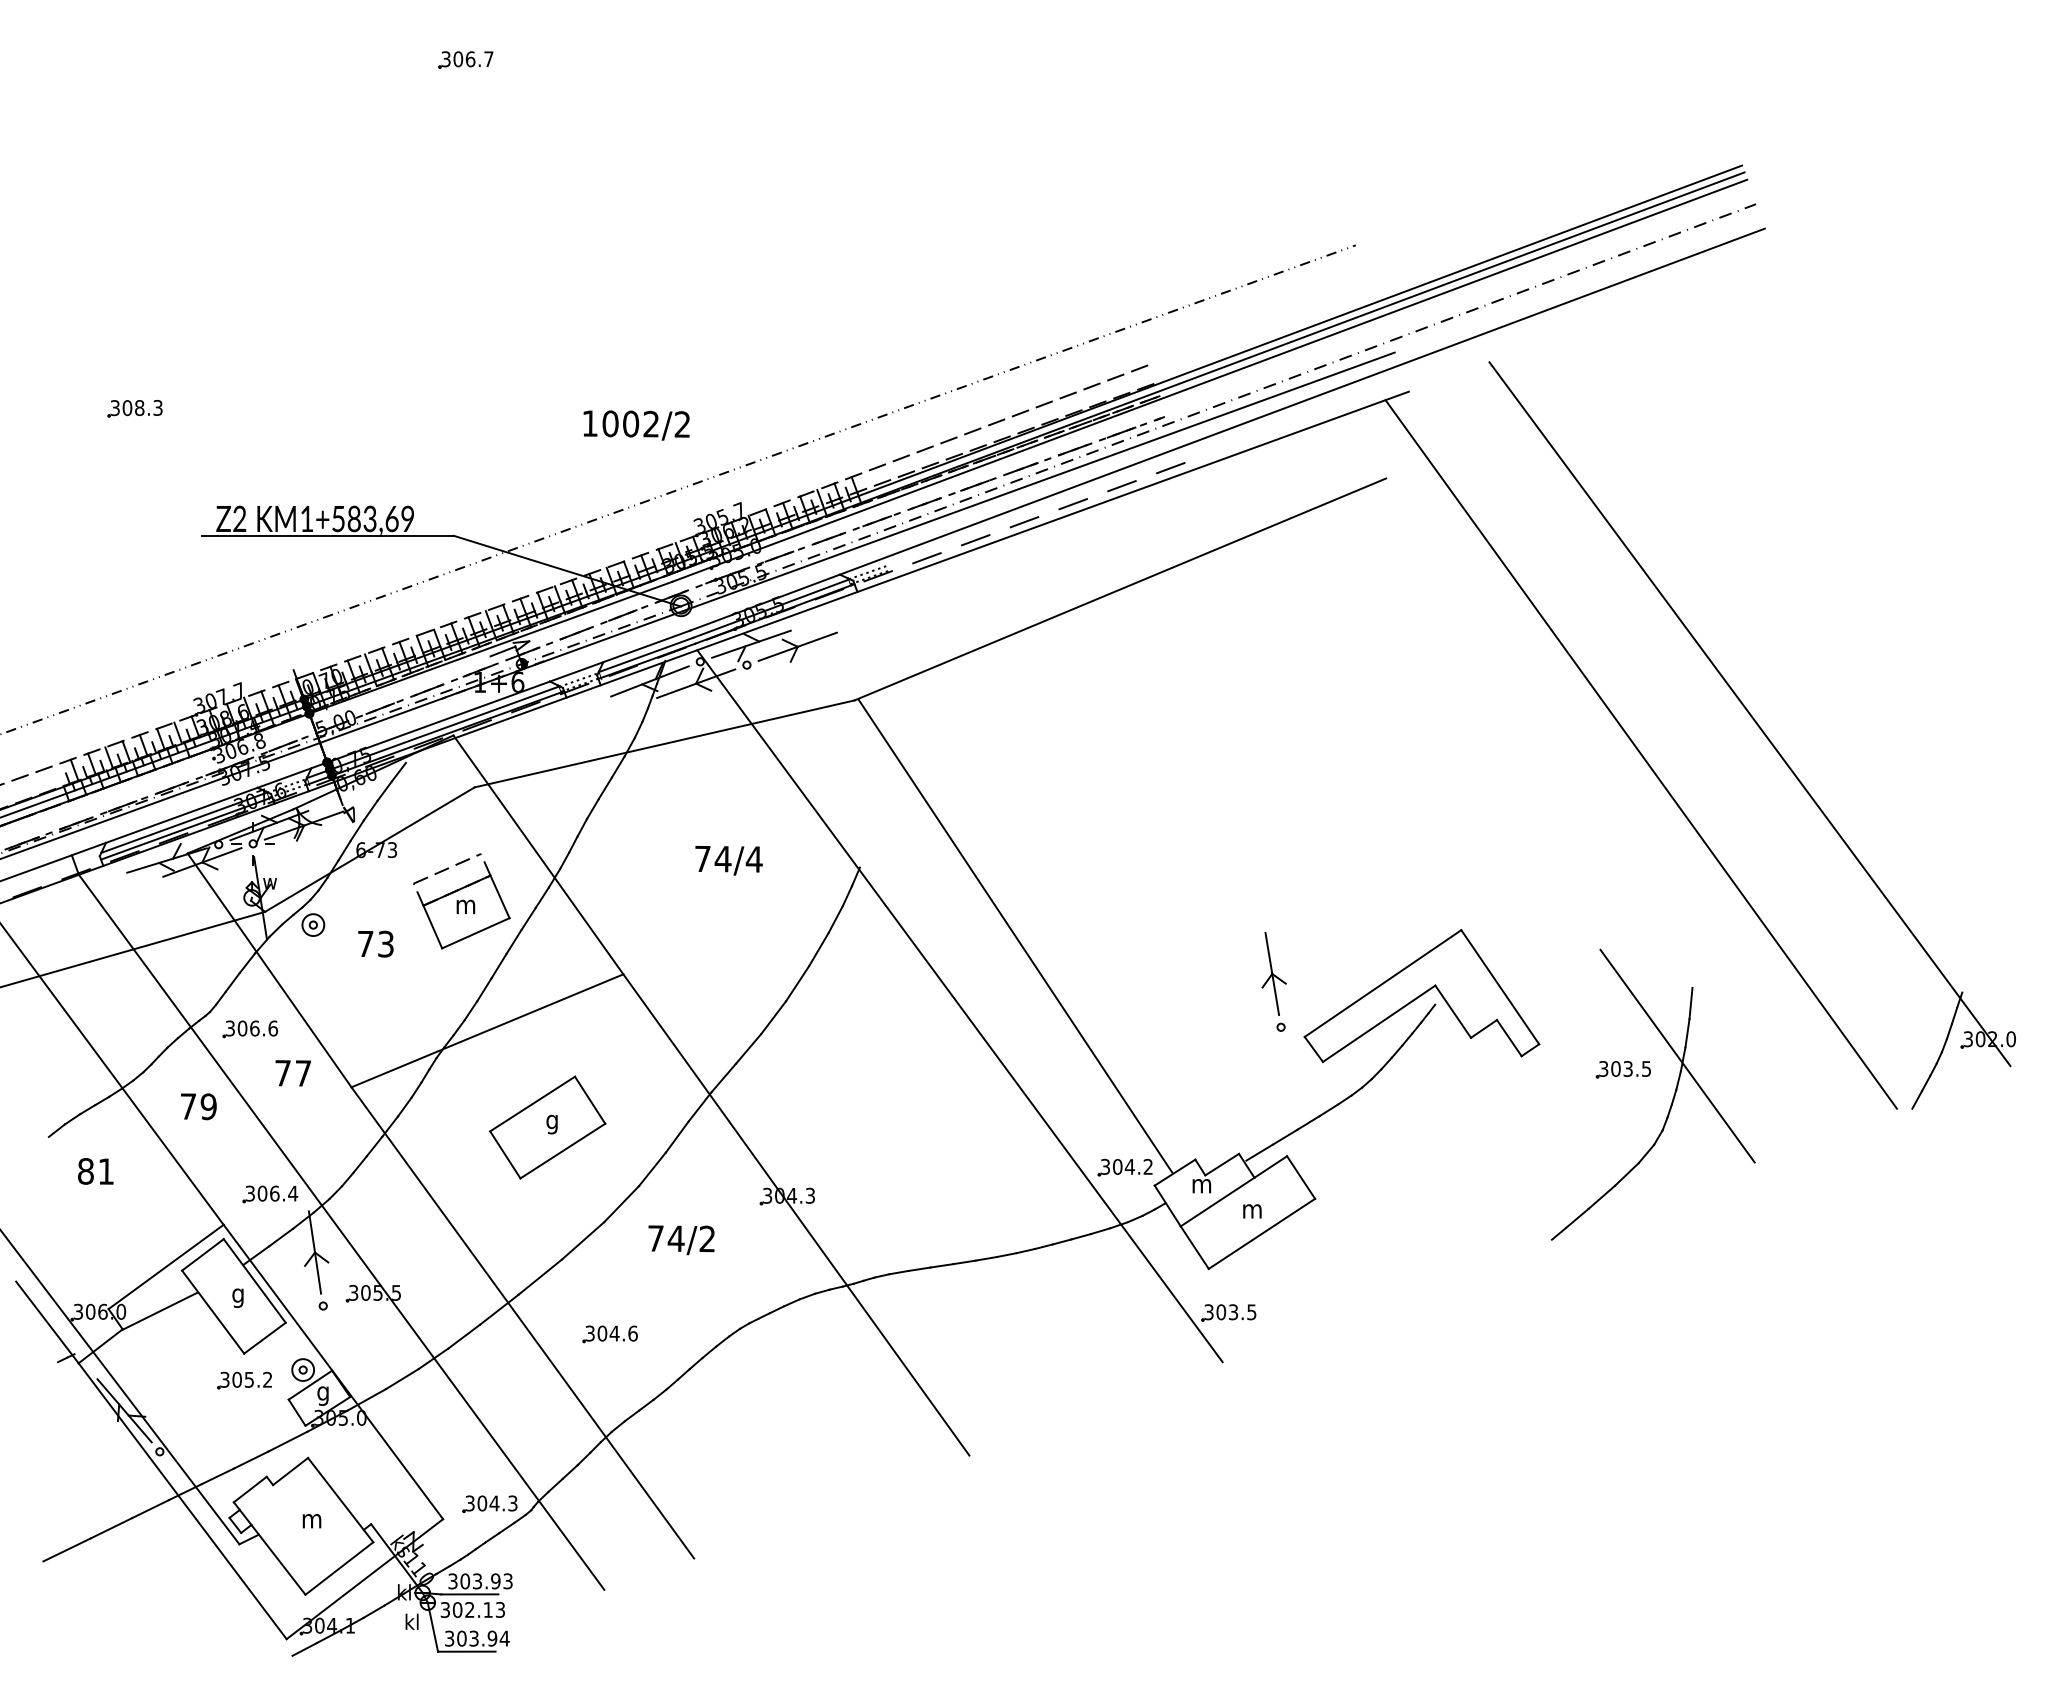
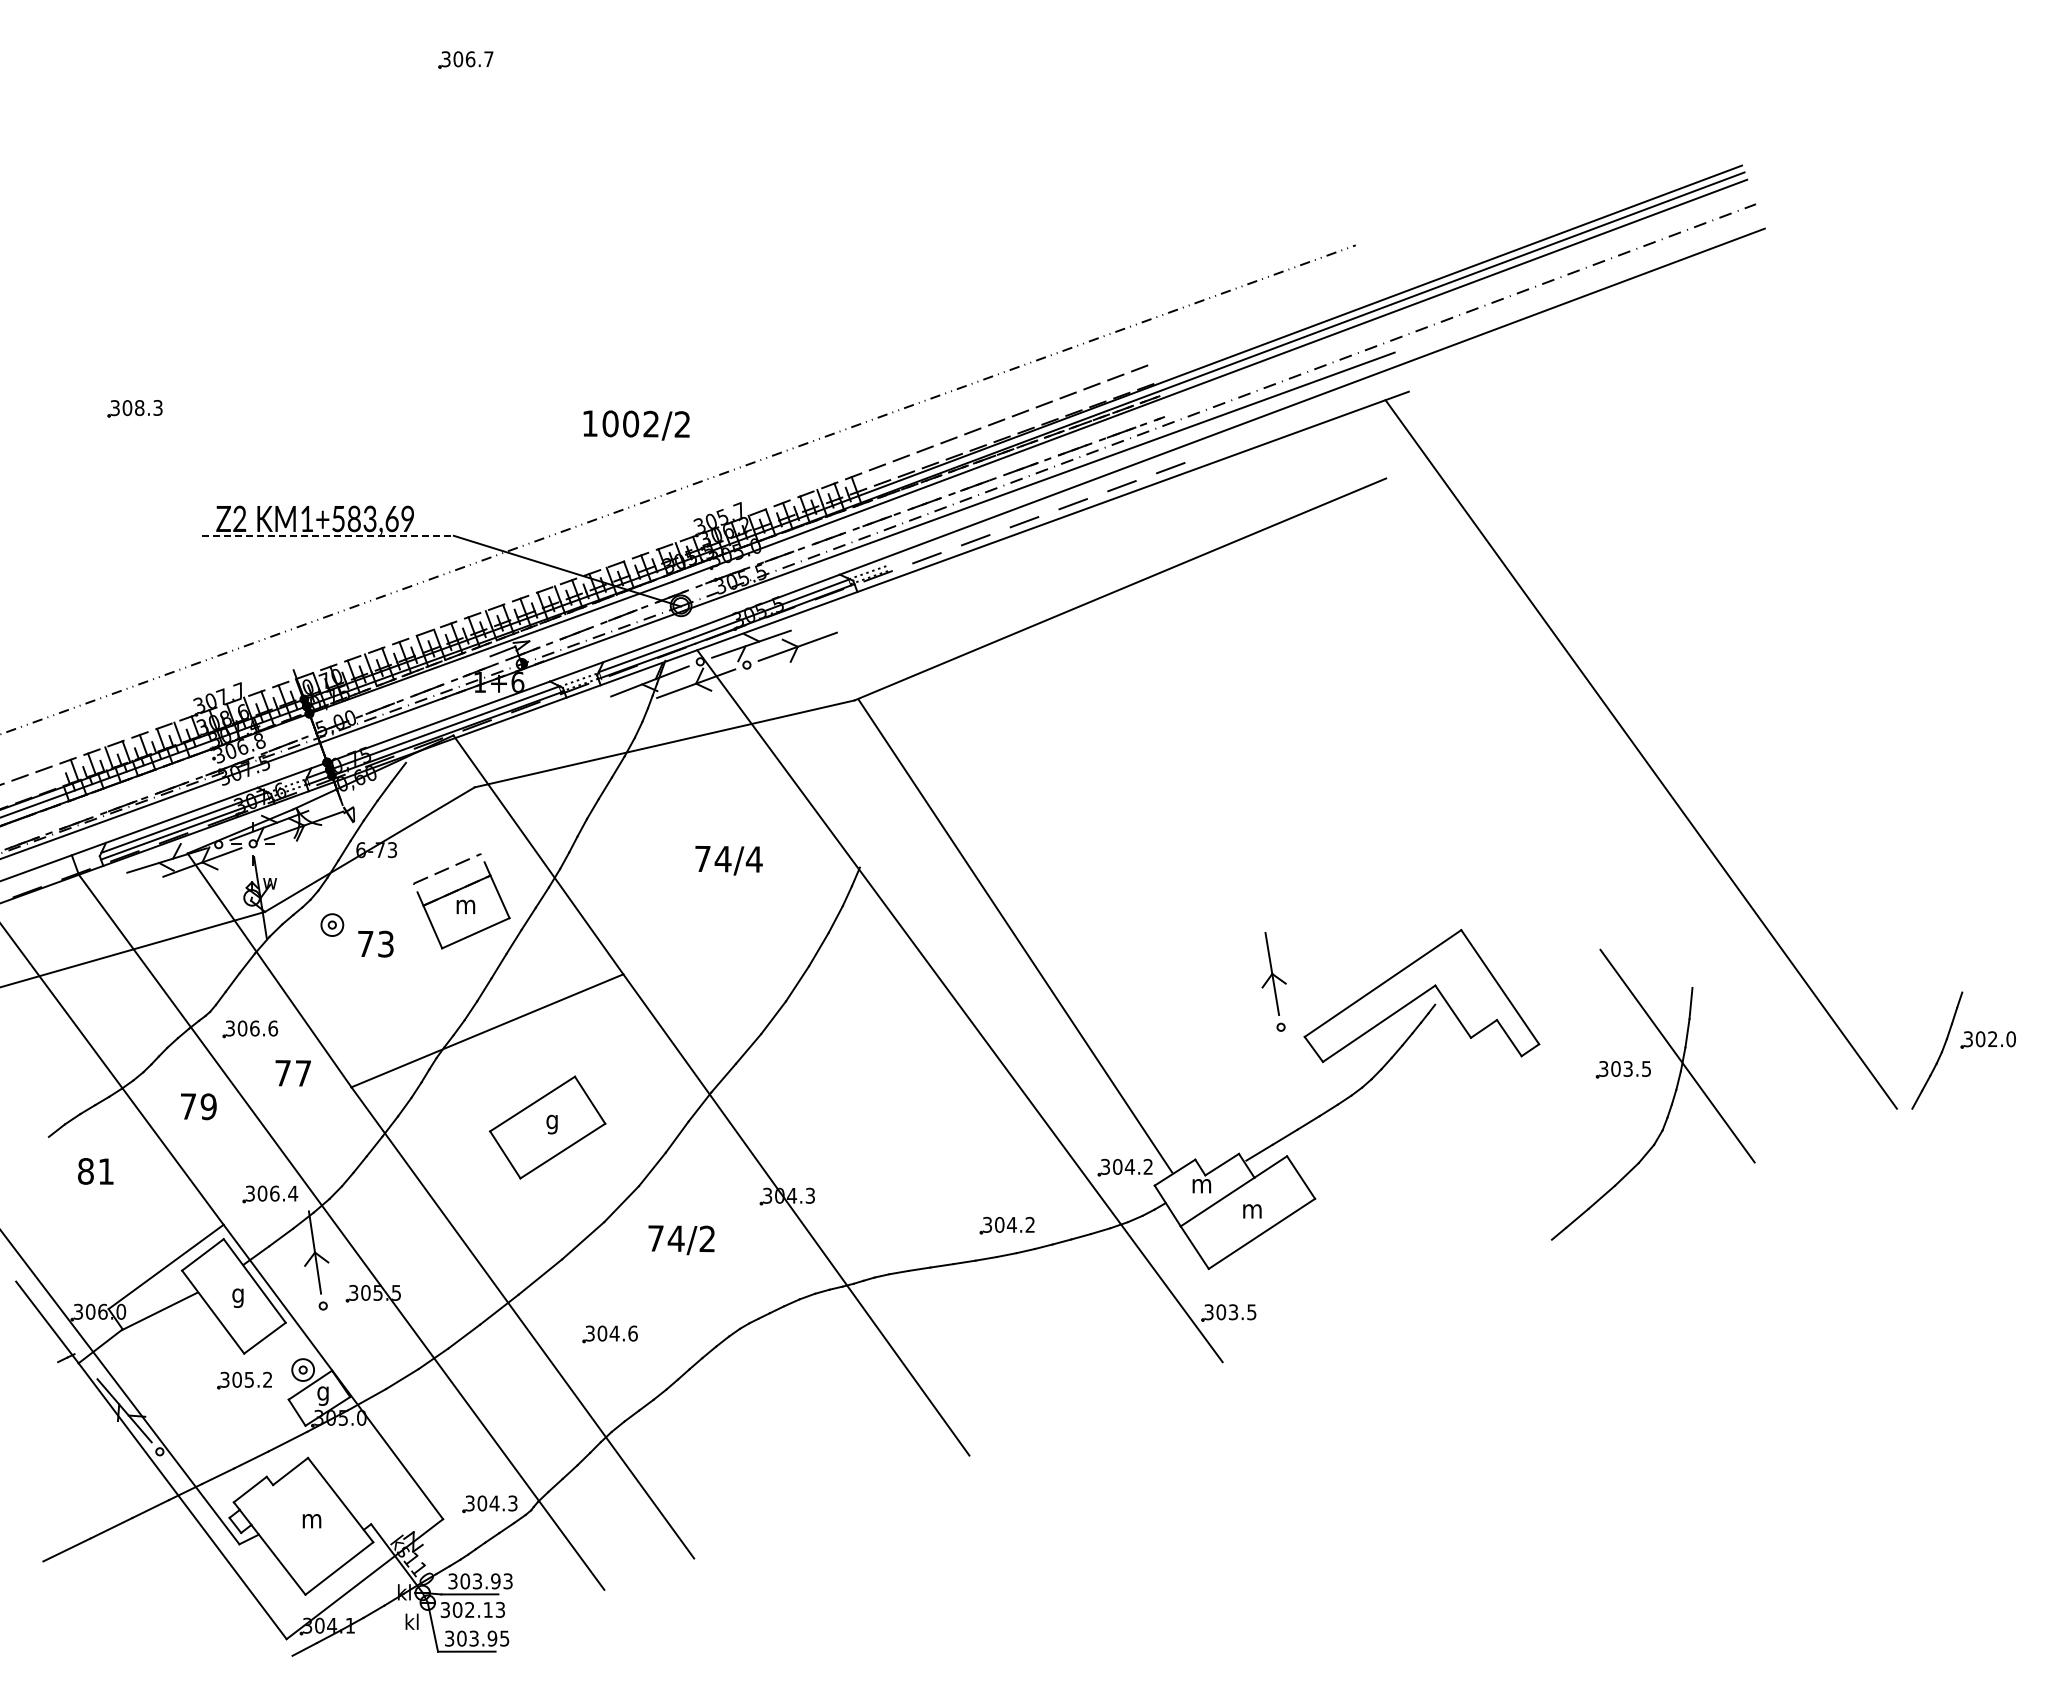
line at (328, 535): solid -> dashed
line at (1749, 714): present -> none
part at (313, 924) position: (313, 924) -> (332, 924)
part at (1006, 1225): none -> present
text at (504, 1638): 303.94 -> 303.95
